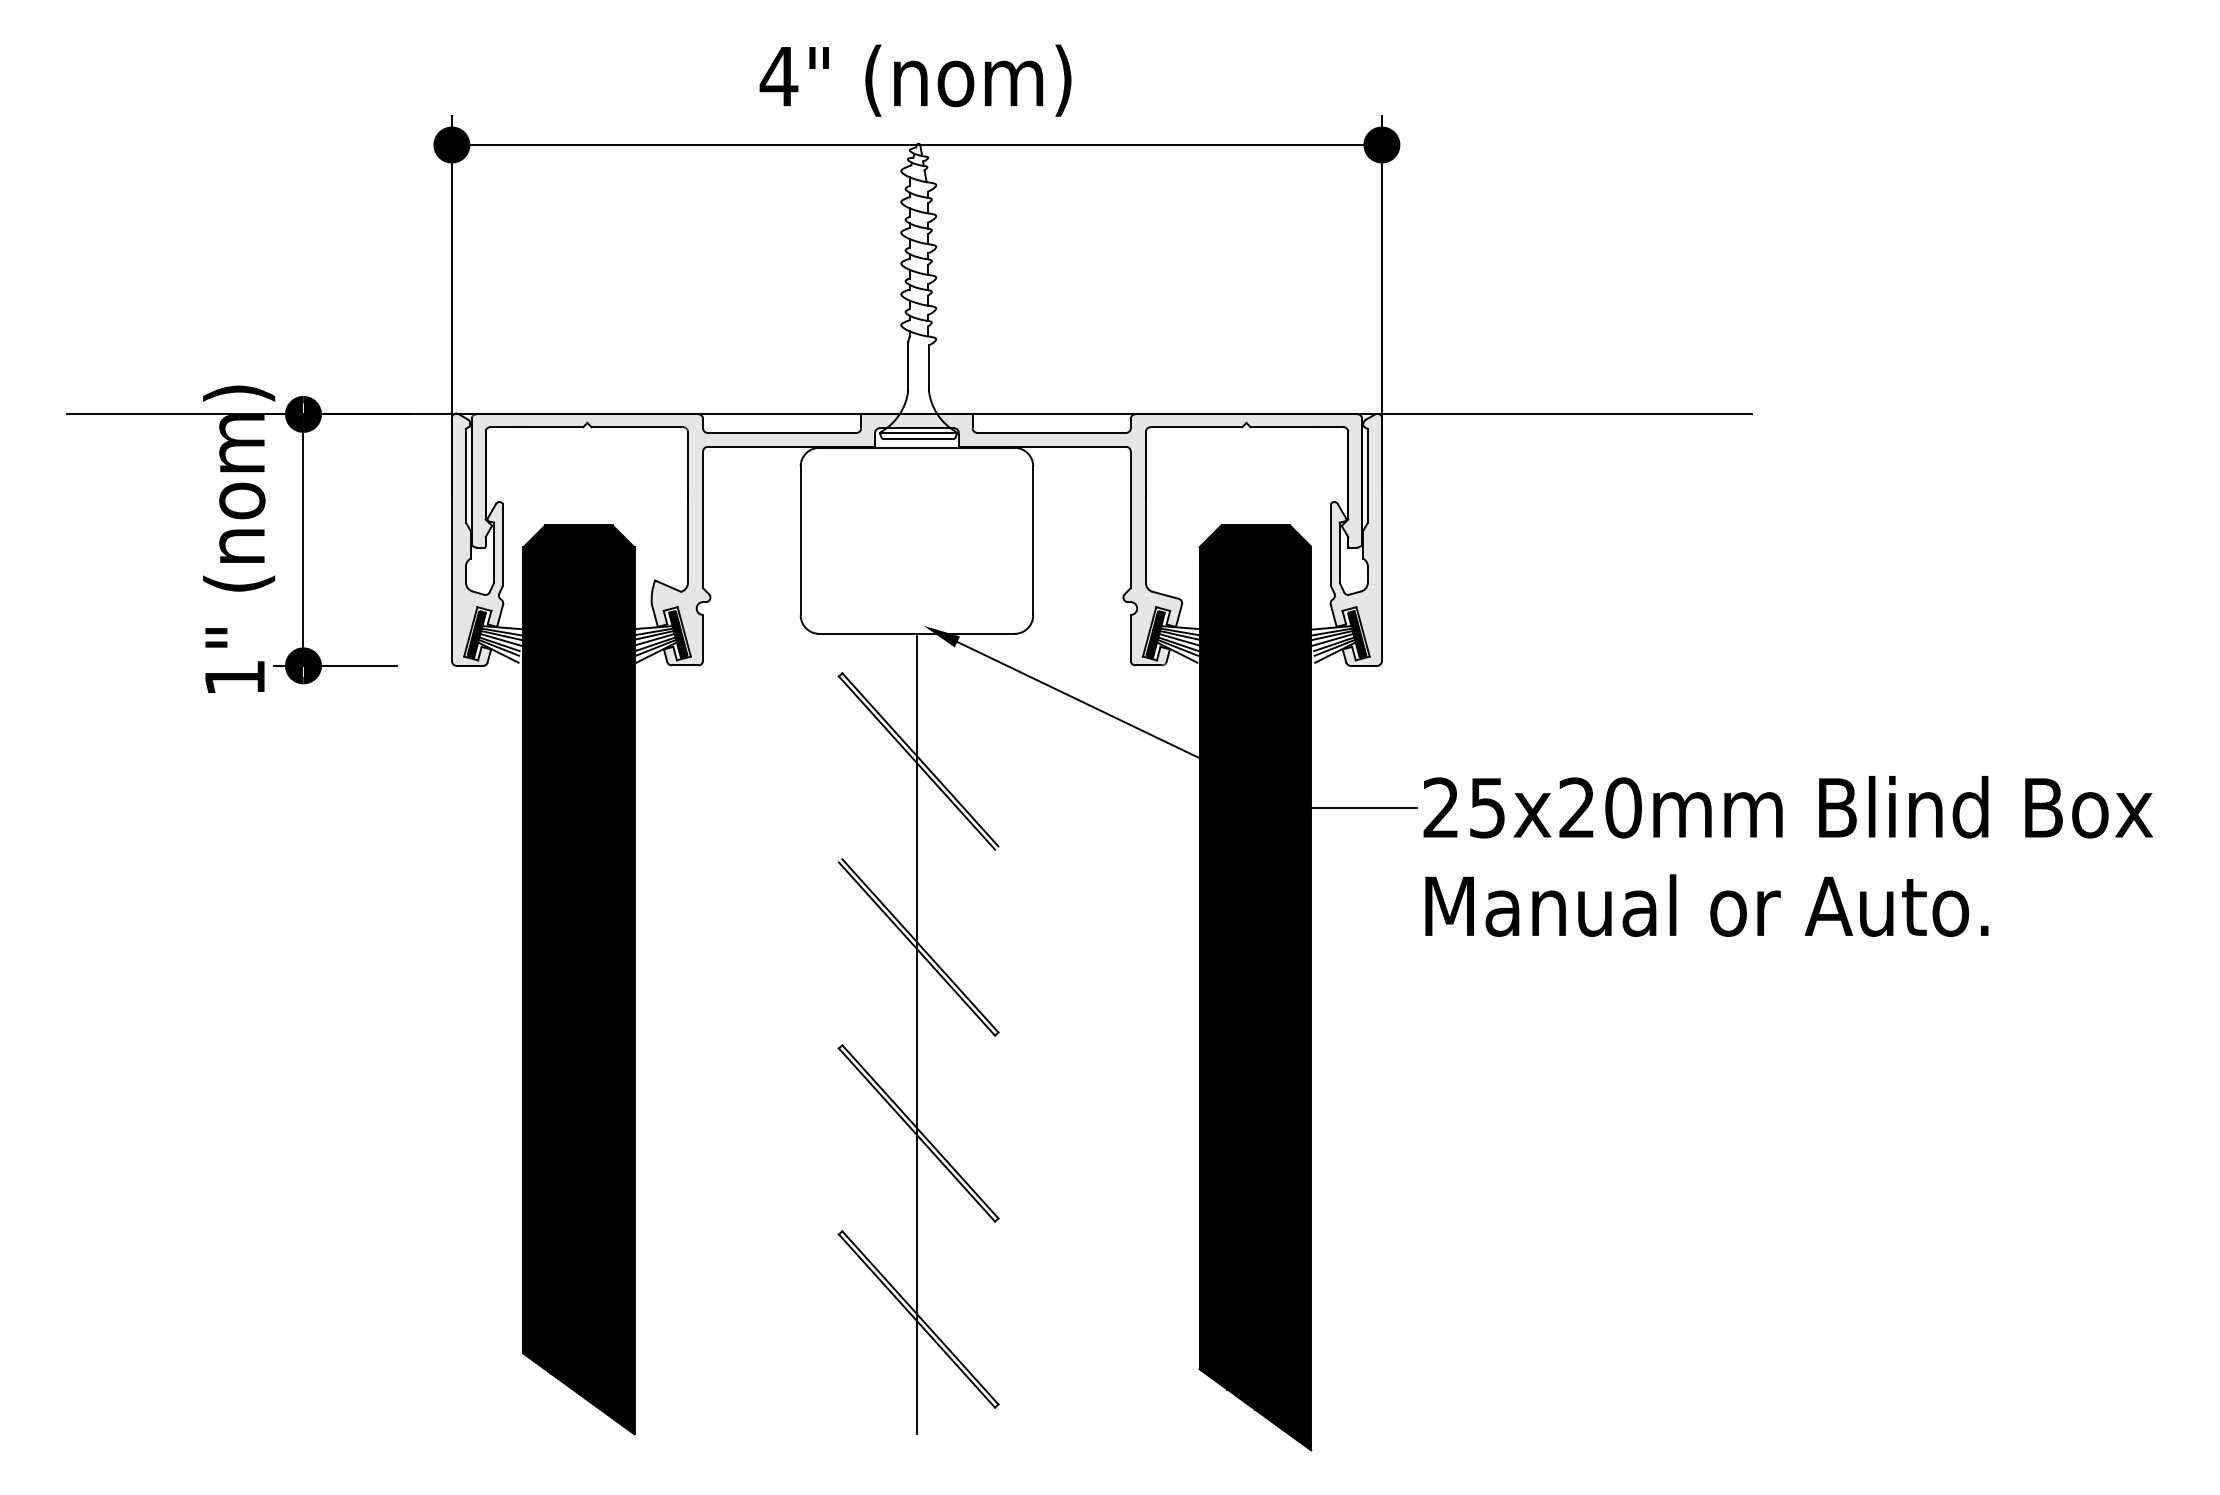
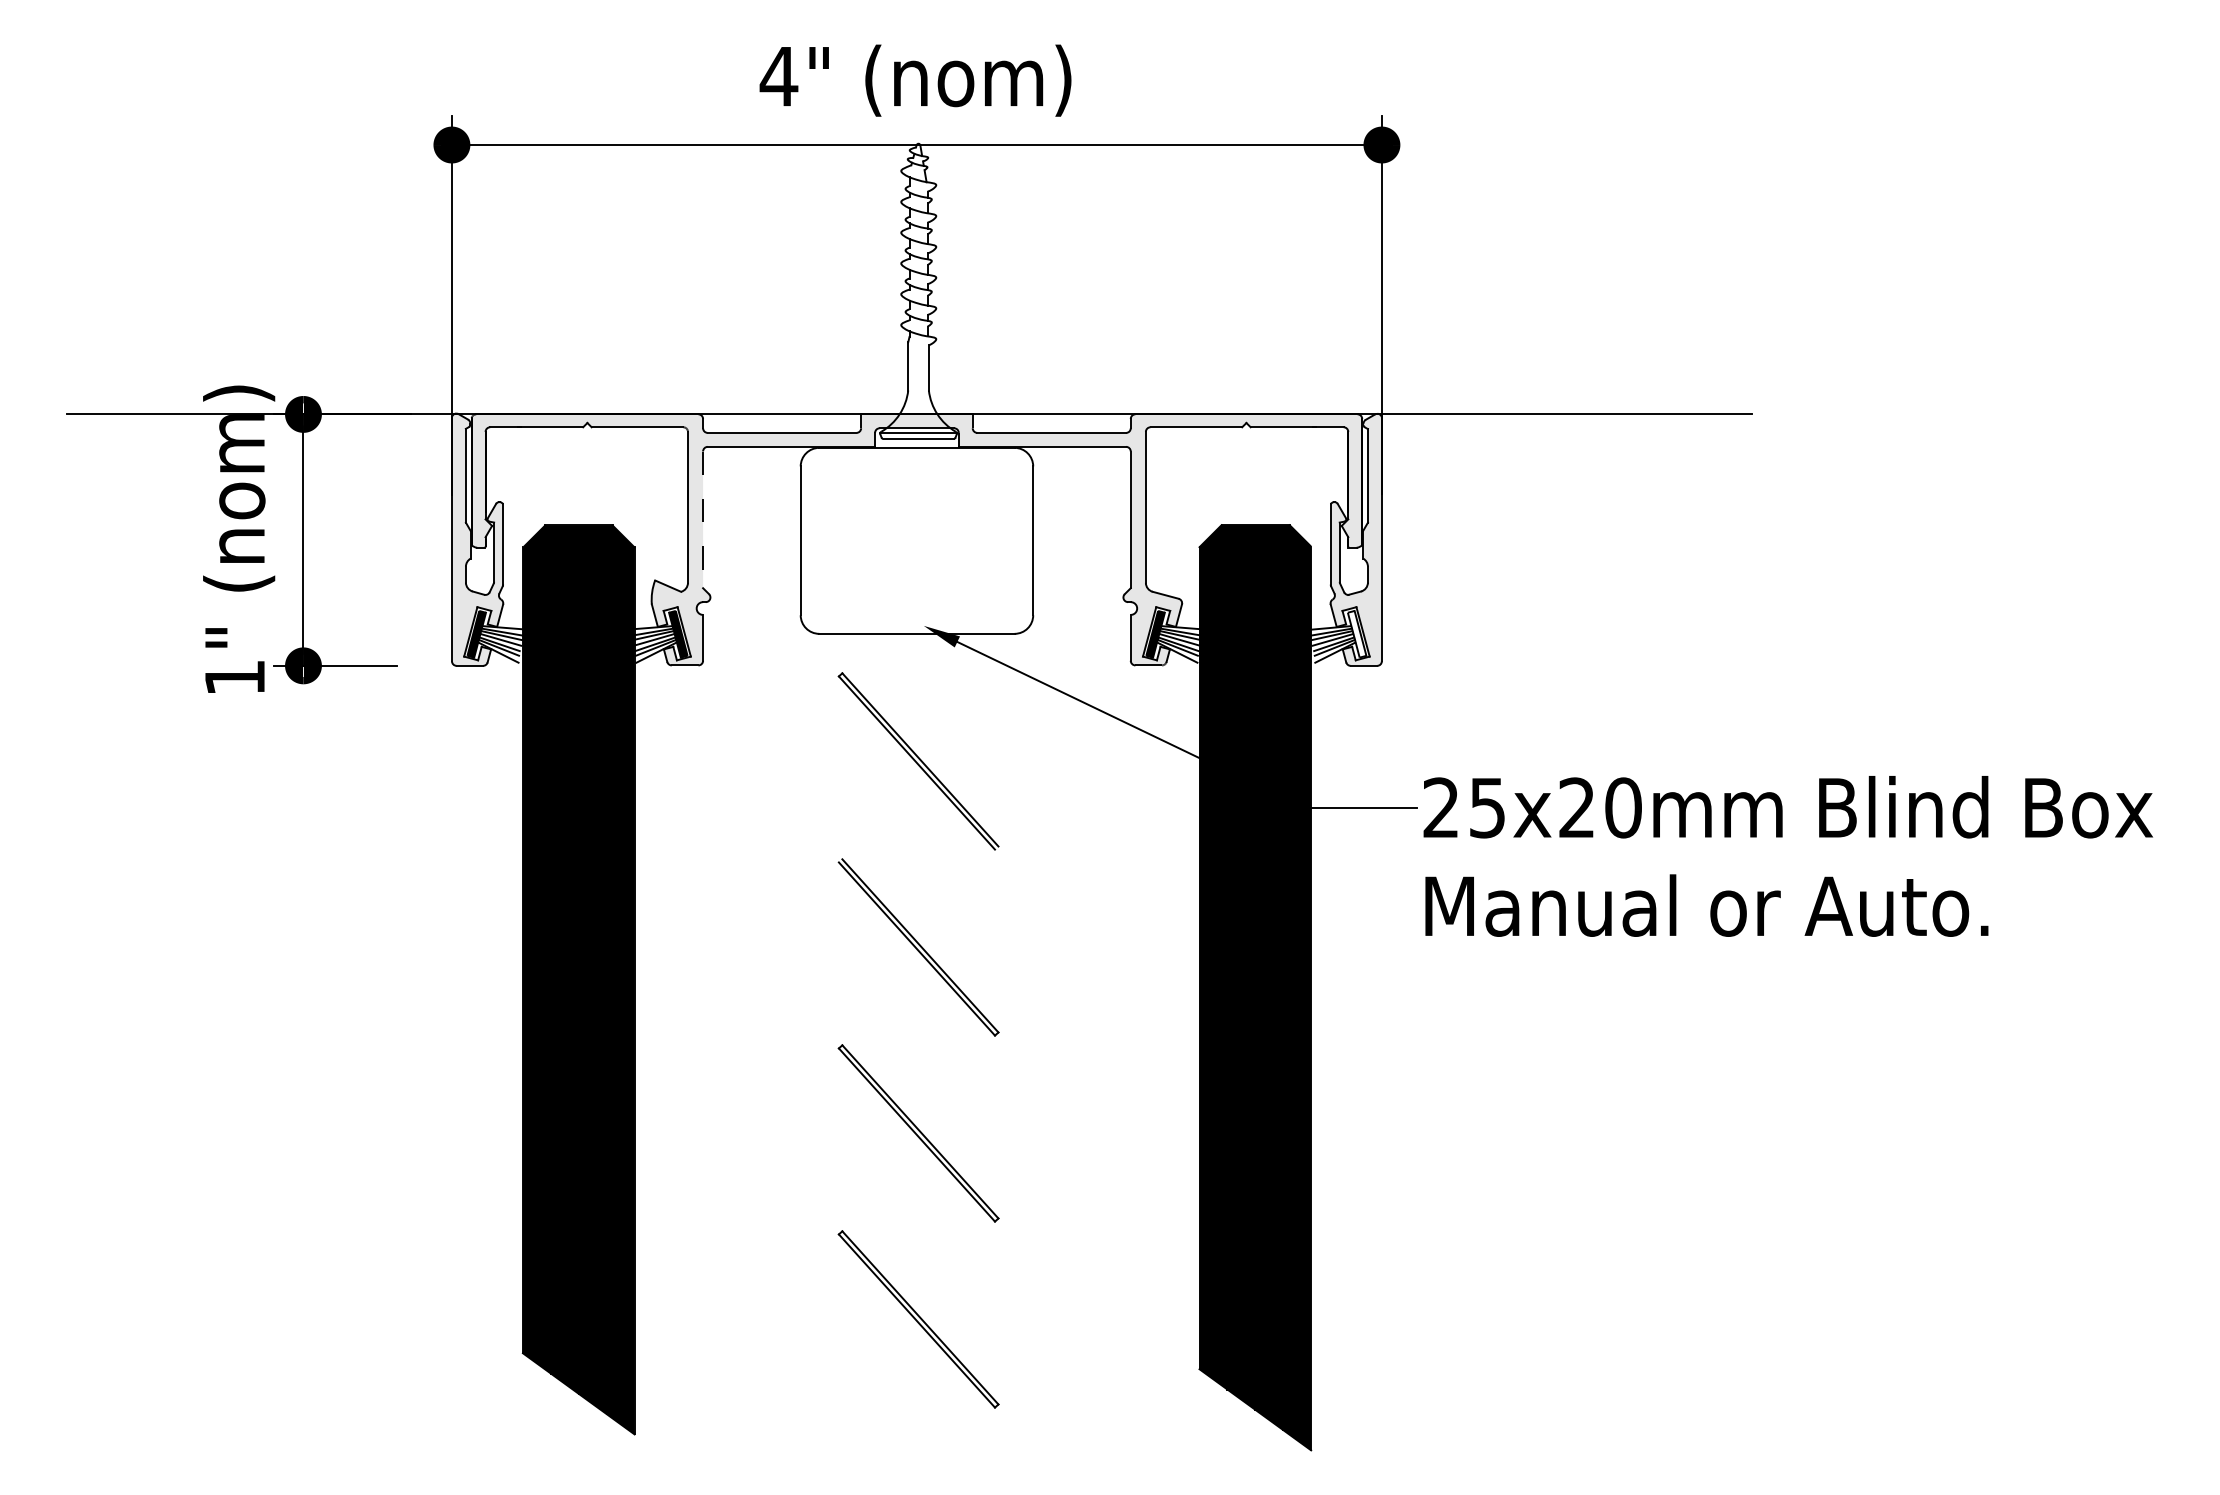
line at (703, 520): solid -> dashed
fill at (1356, 633): present -> none
line at (916, 1033): present -> none
